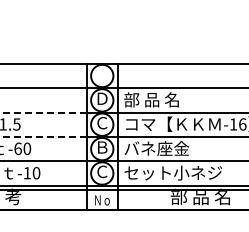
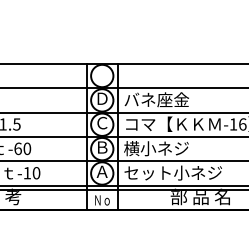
text at (156, 99): 部 品 名 -> バネ座金
line at (43, 112): dashed -> solid
line at (43, 136): dashed -> solid
text at (156, 148): バネ座金 -> 横小ネジ
text at (101, 171): Ｃ -> Ａ
